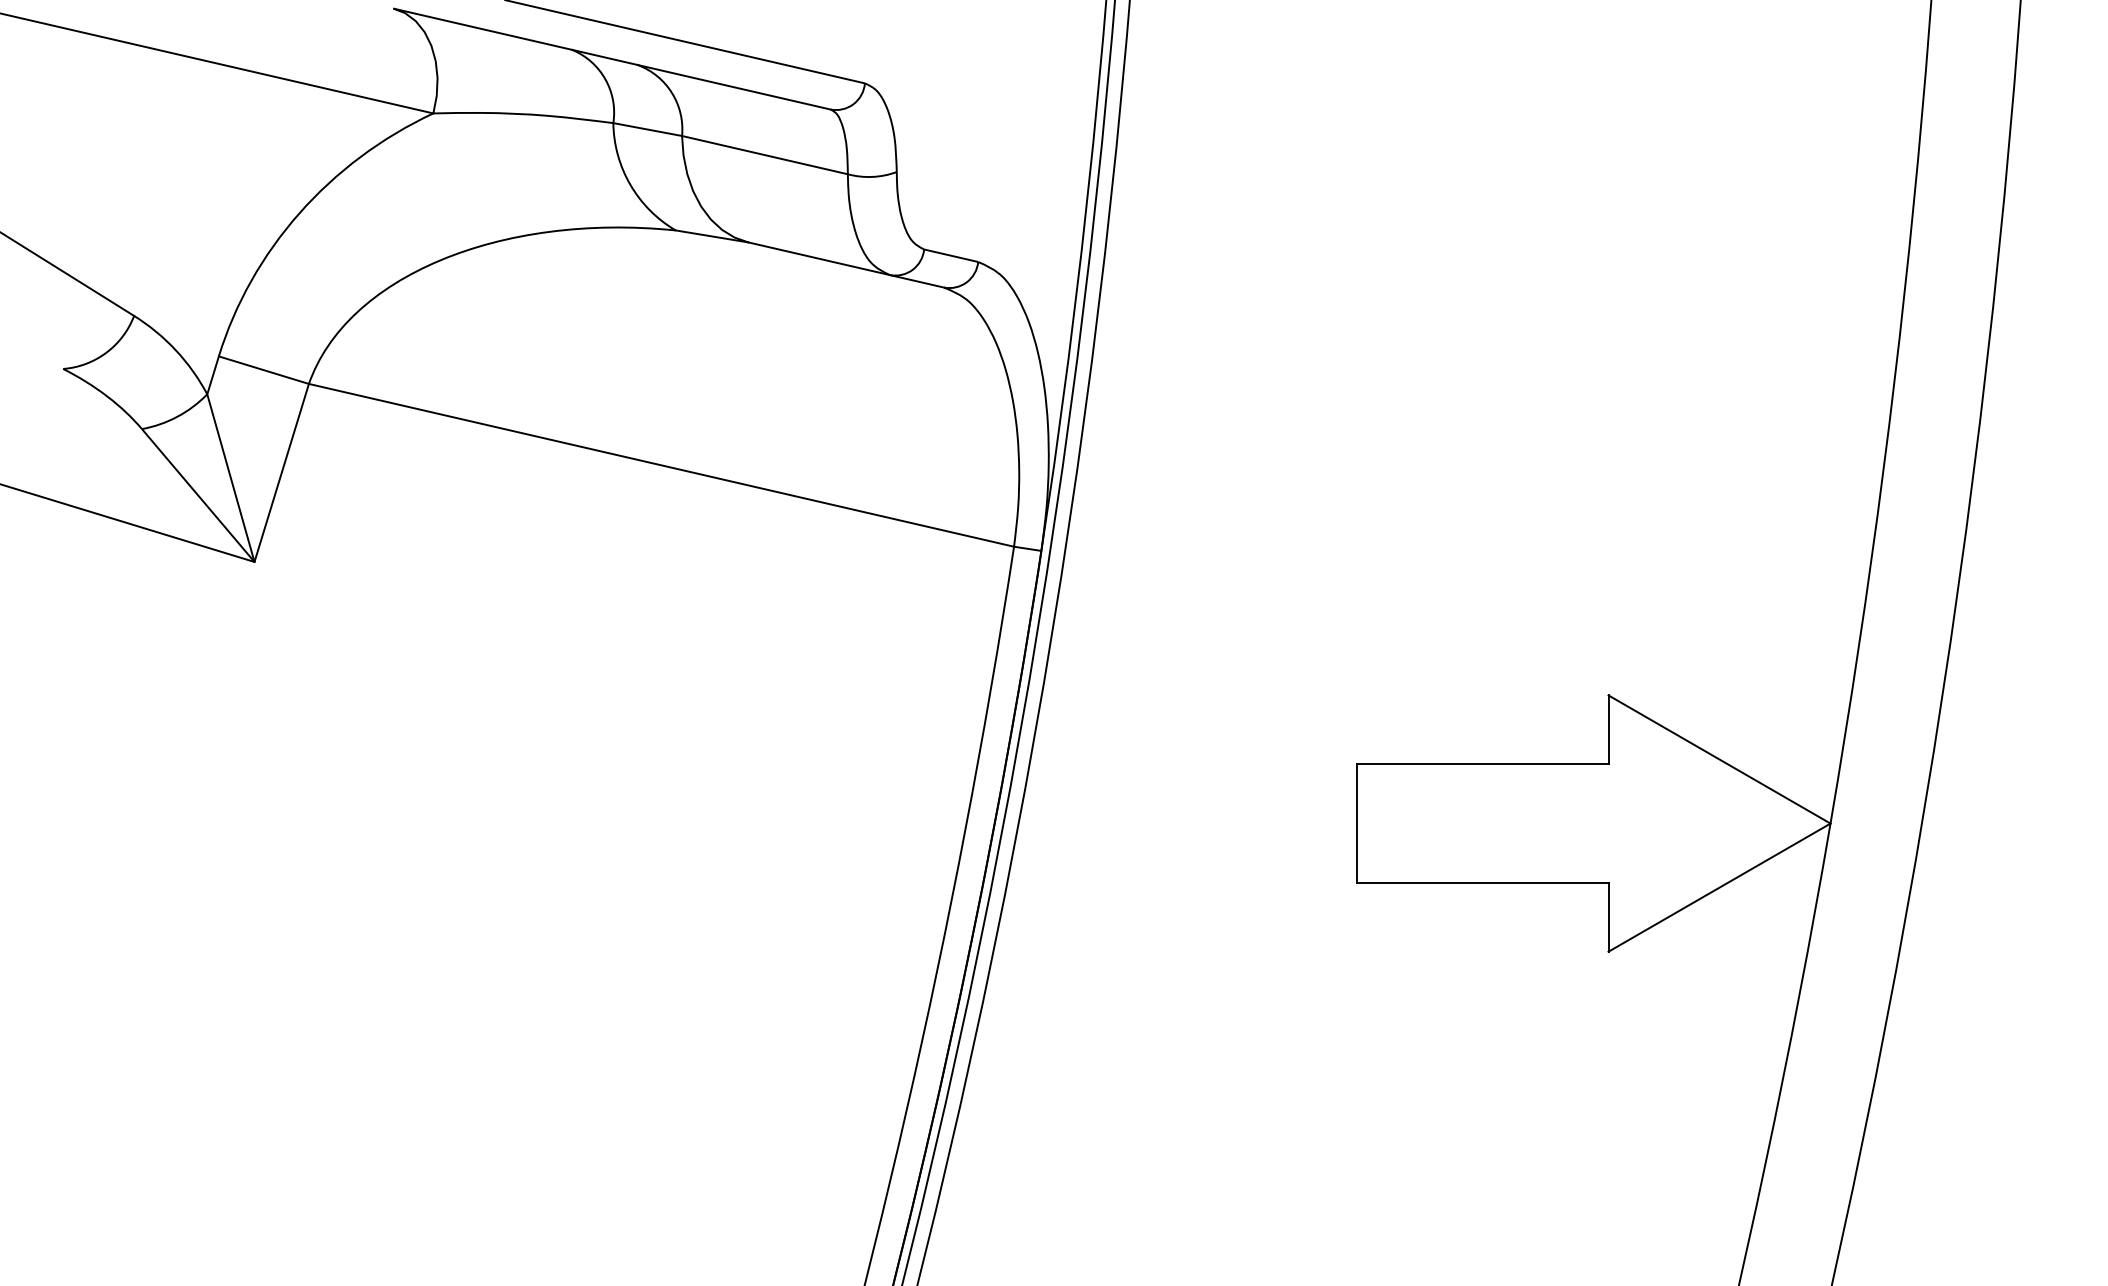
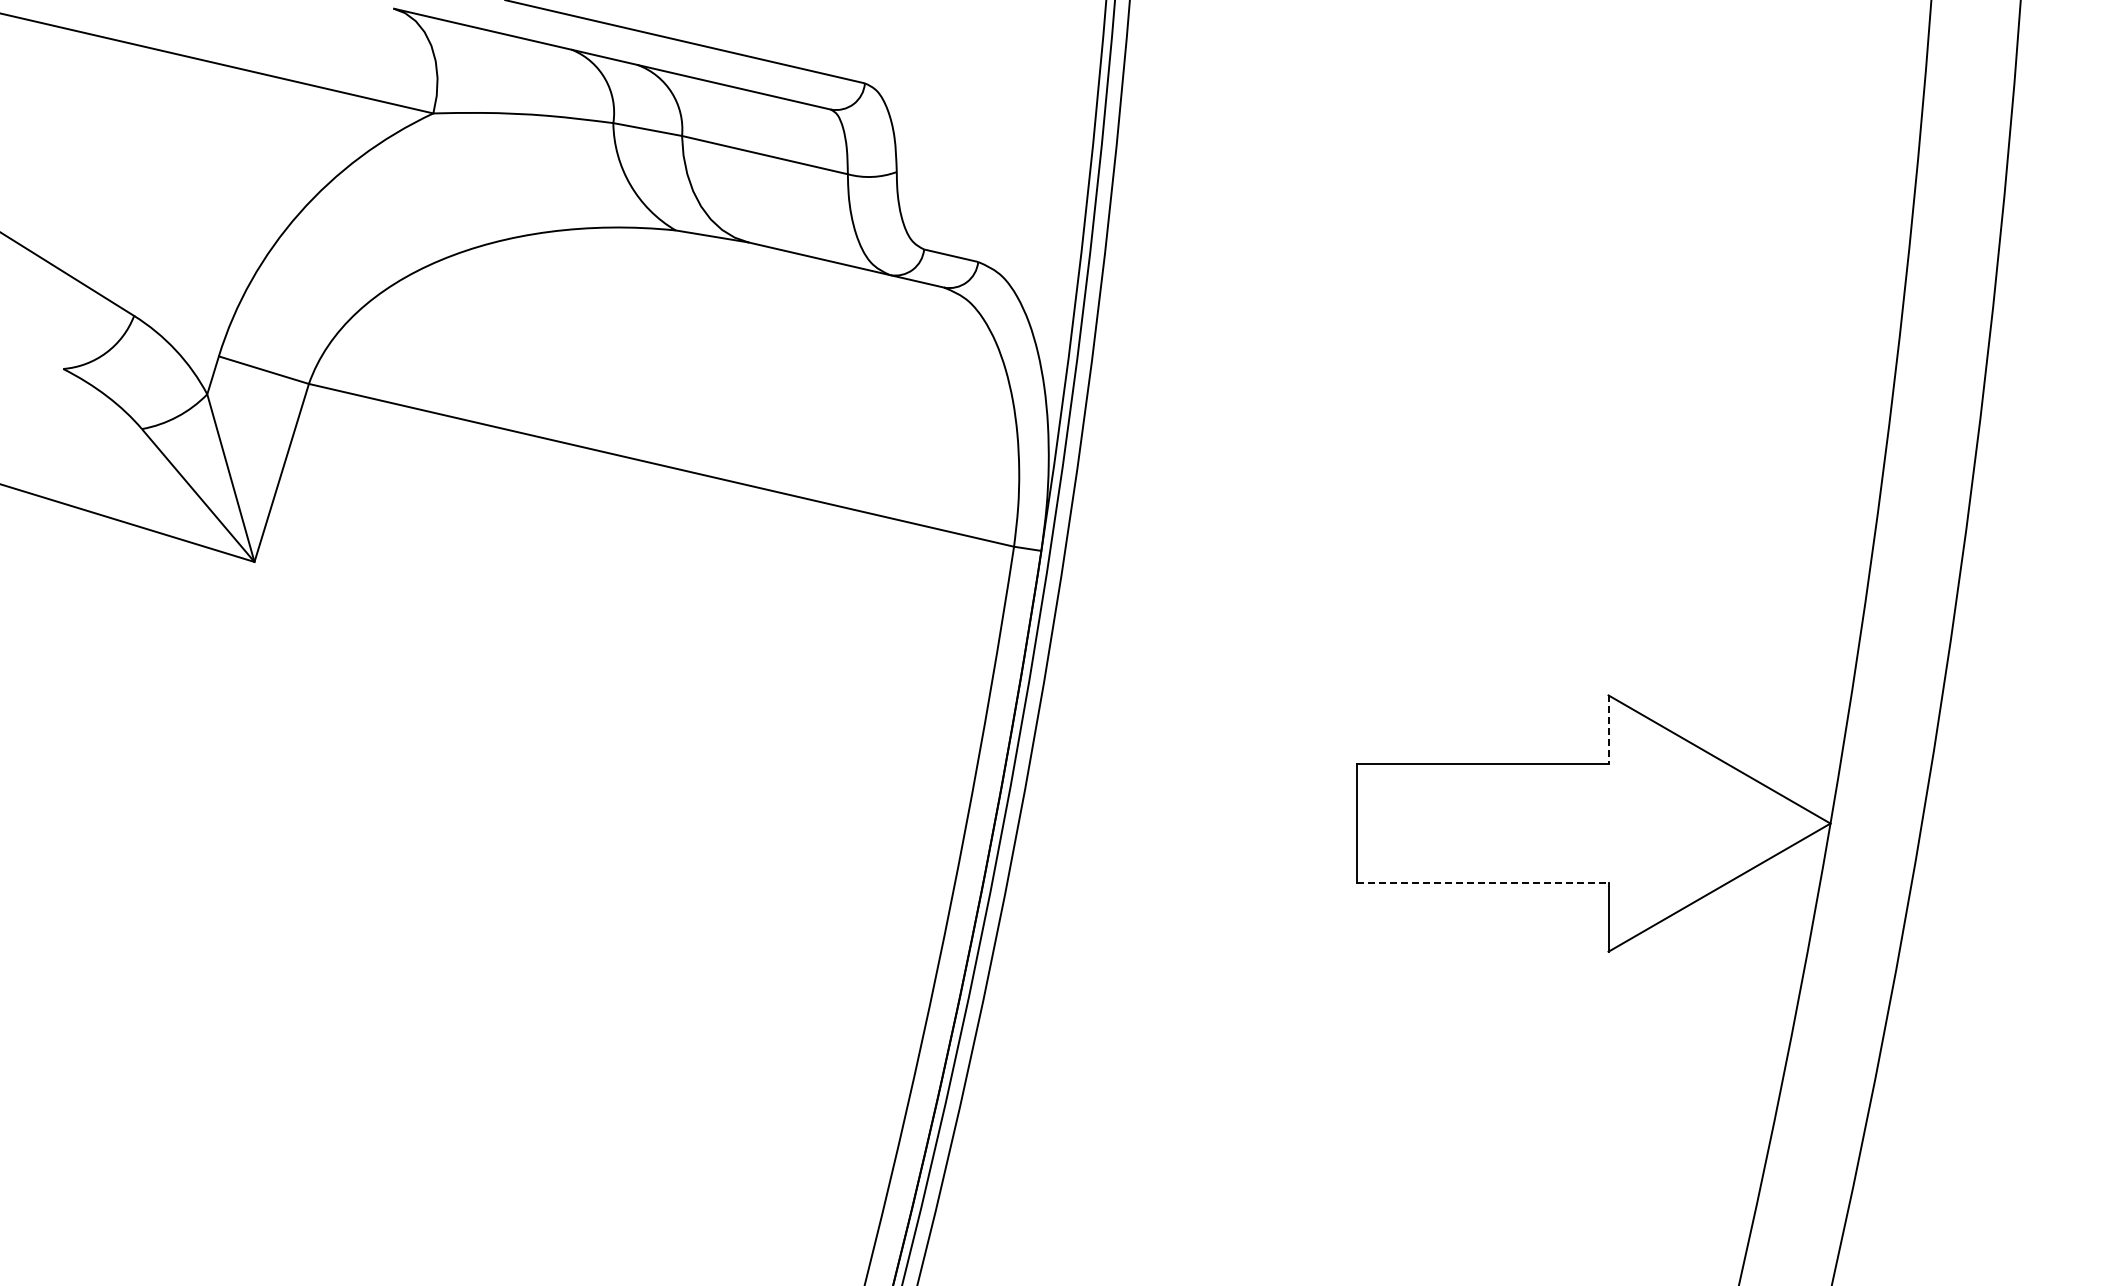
line at (1608, 730): solid -> dashed
line at (1482, 882): solid -> dashed
